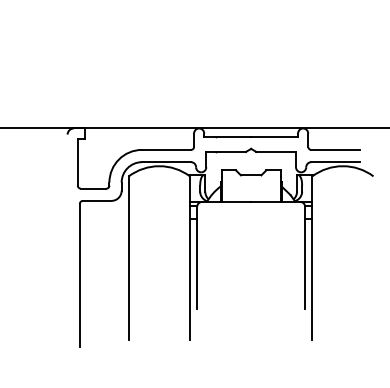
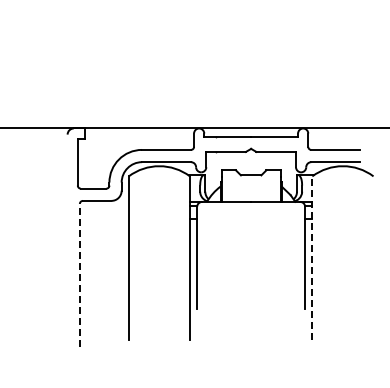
line at (312, 257): solid -> dashed
line at (79, 274): solid -> dashed
